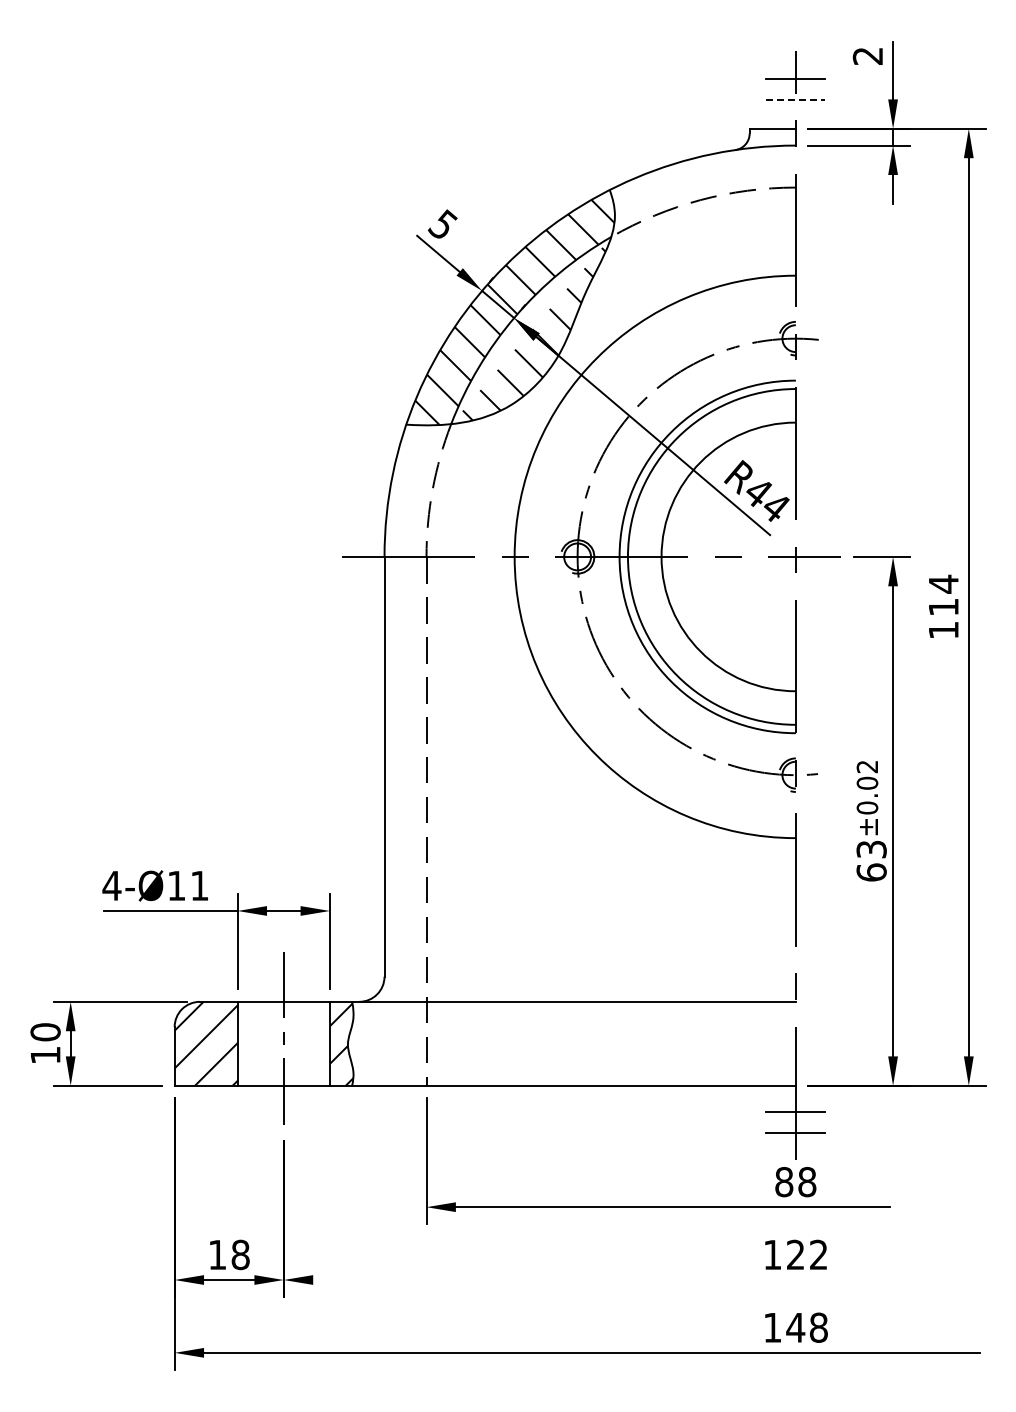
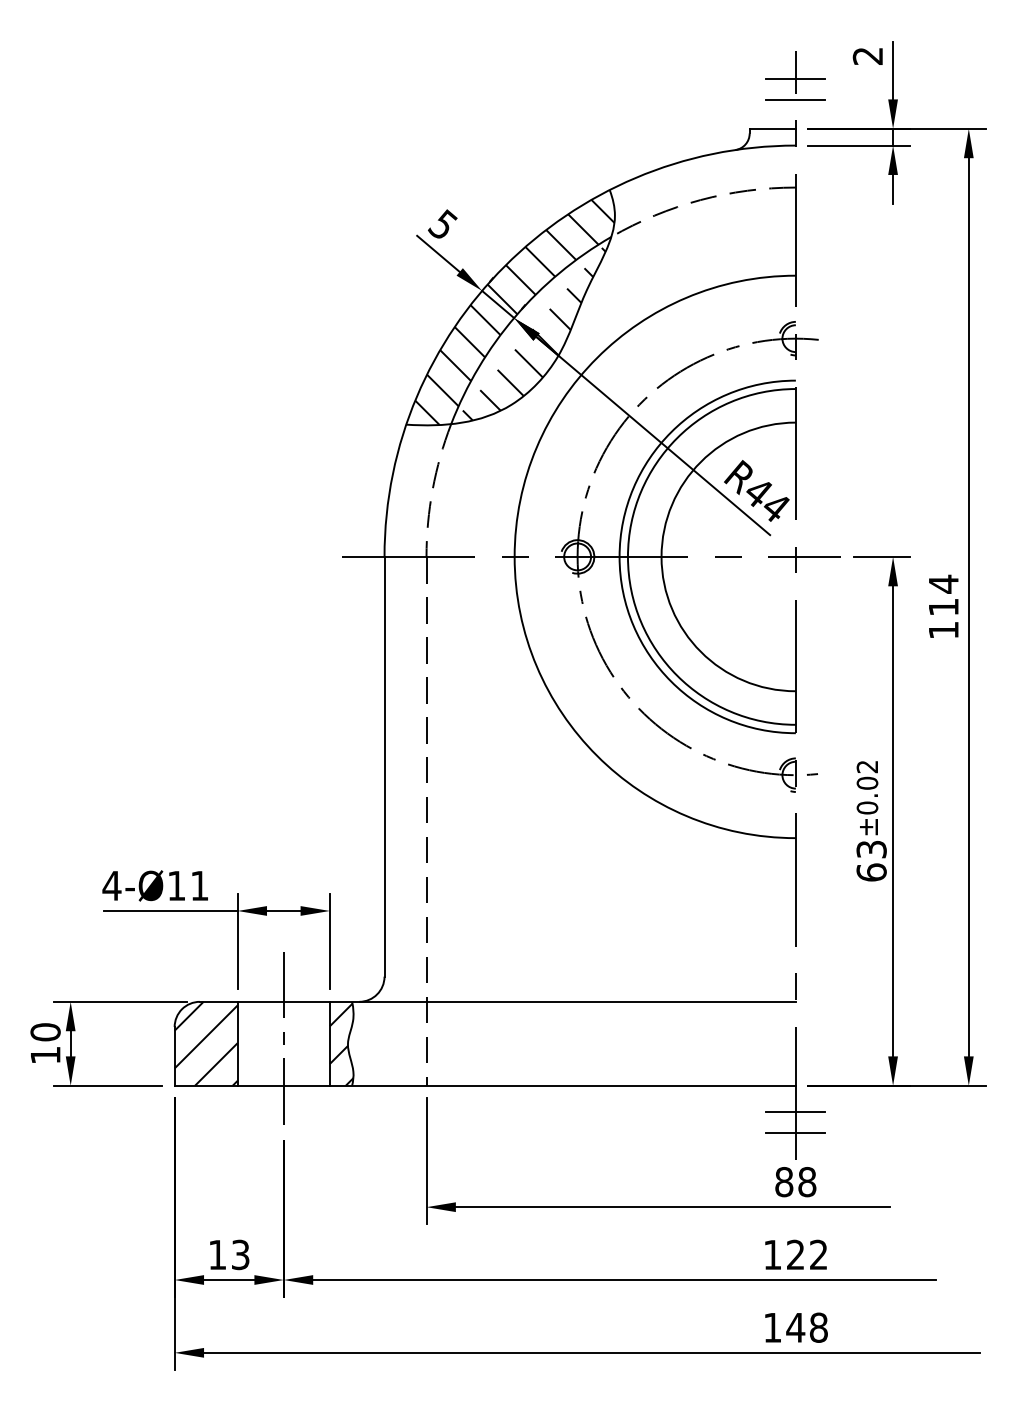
line at (796, 100): dashed -> solid
text at (240, 1254): 18 -> 13
line at (624, 1280): none -> present
